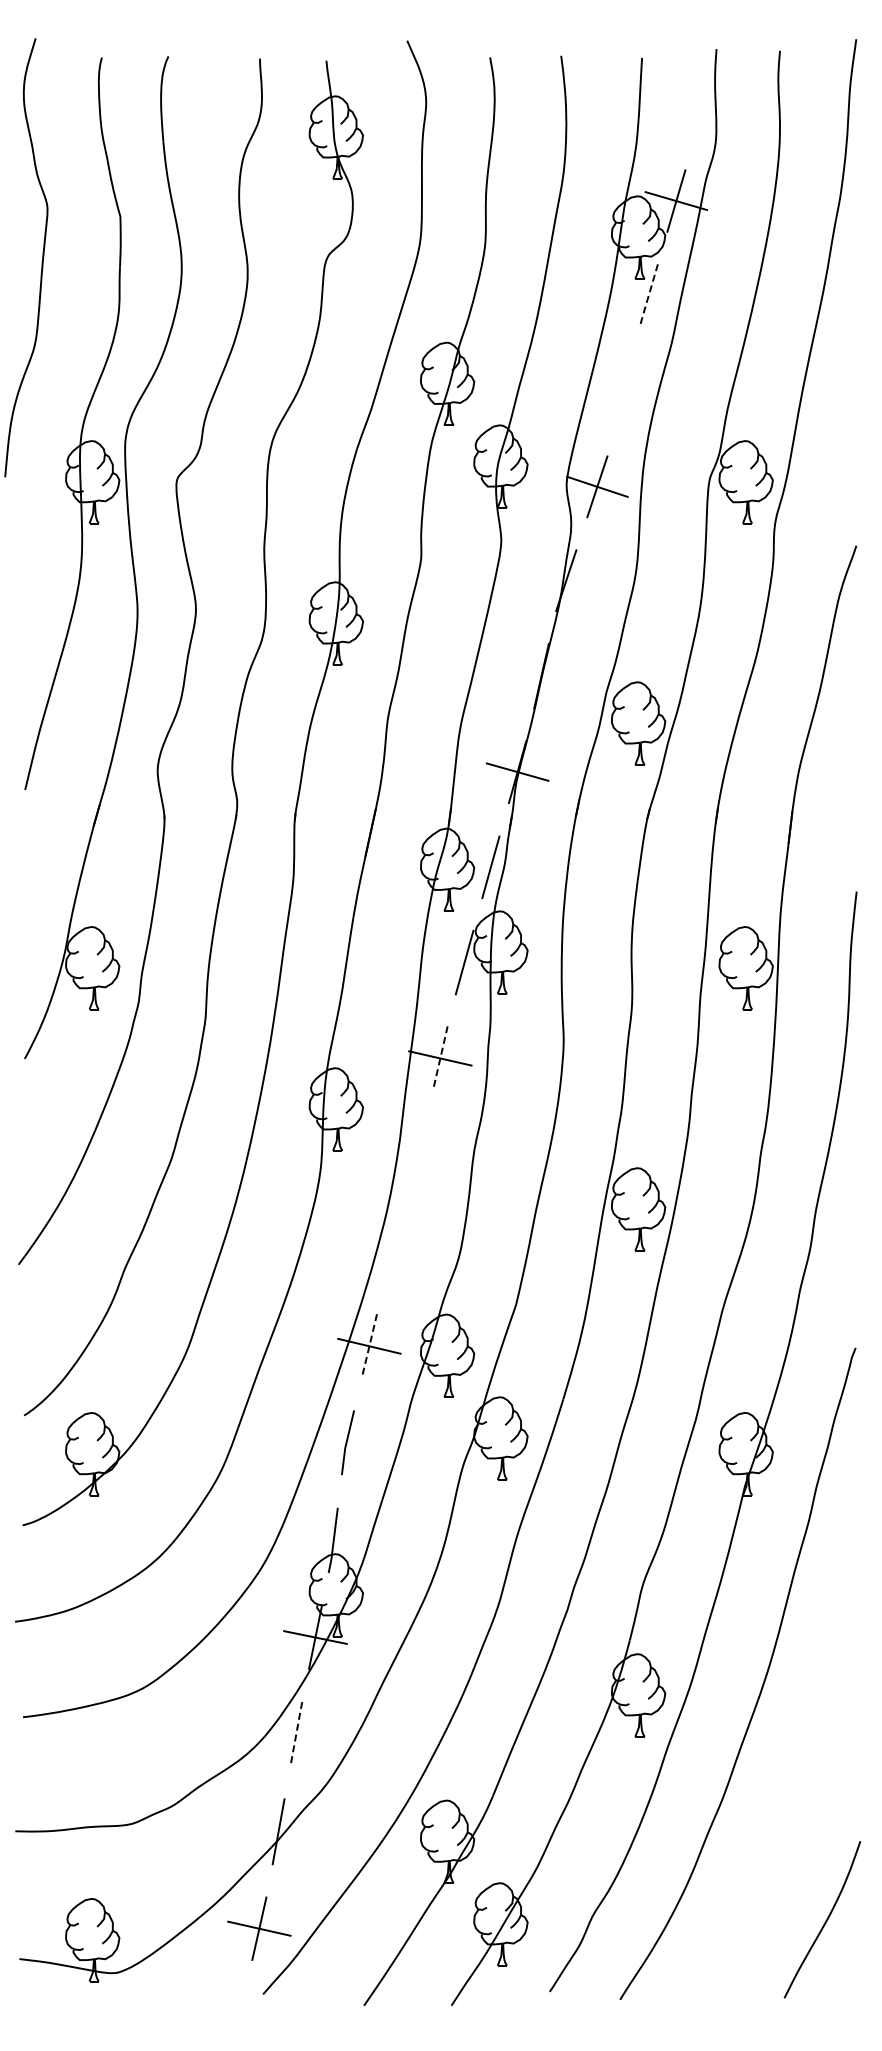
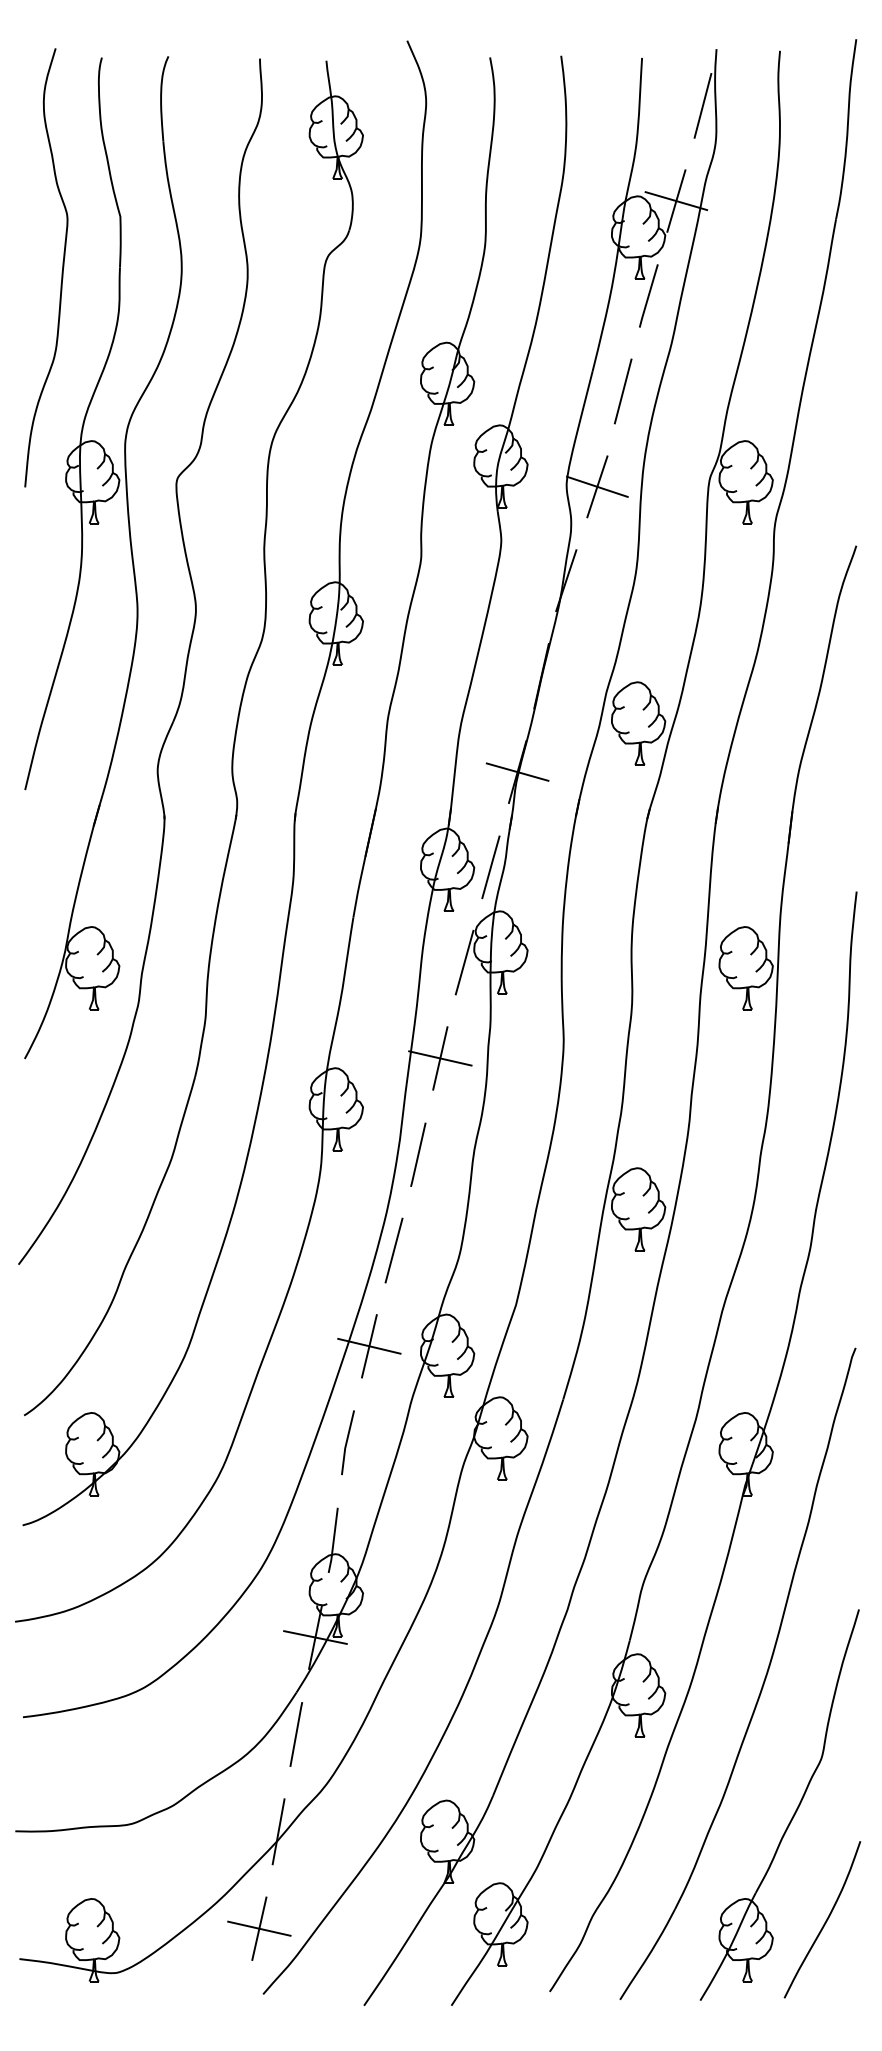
line at (702, 105): none -> present
curve at (41, 261) position: (41, 261) -> (61, 271)
line at (648, 296): dashed -> solid
line at (622, 391): none -> present
line at (440, 1058): dashed -> solid
line at (418, 1154): none -> present
line at (393, 1250): none -> present
line at (369, 1346): dashed -> solid
line at (296, 1733): dashed -> solid
part at (794, 1812): none -> present
